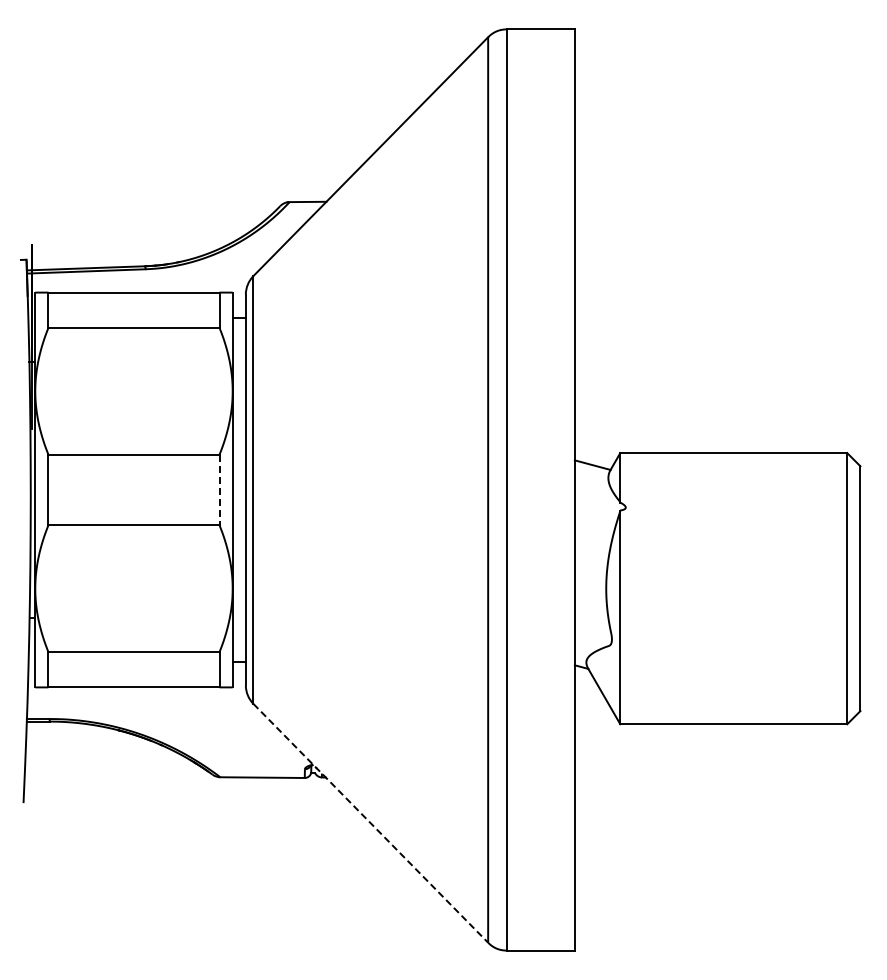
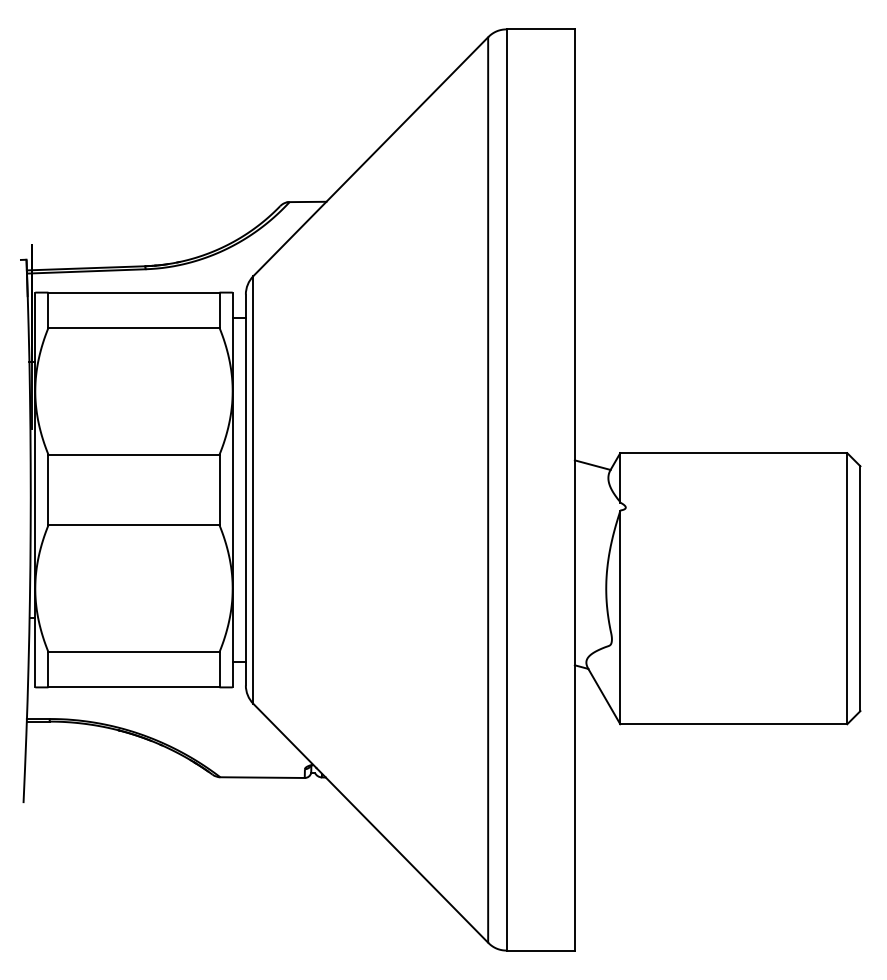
line at (219, 490): dashed -> solid
line at (371, 823): dashed -> solid
